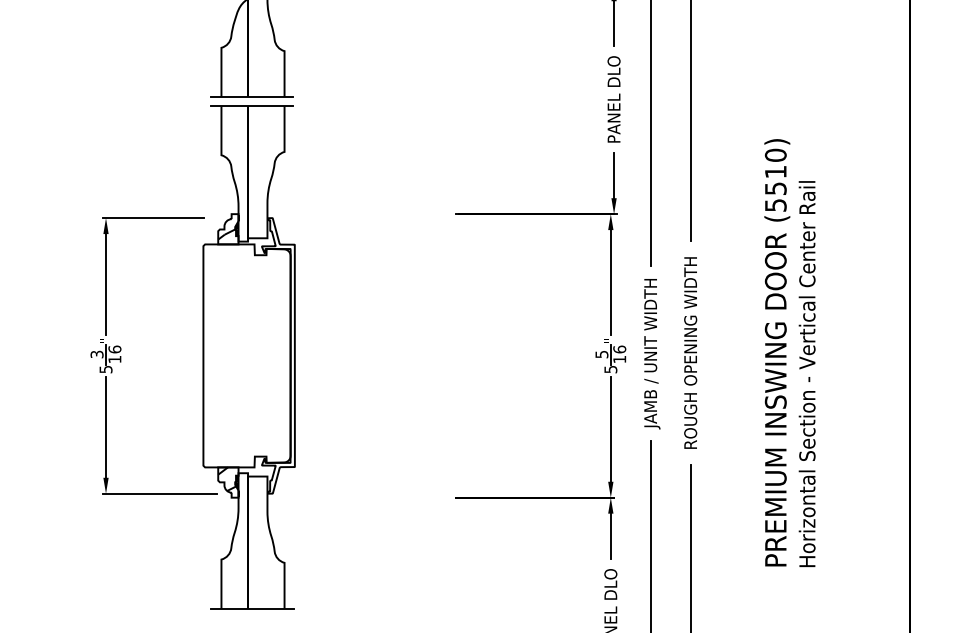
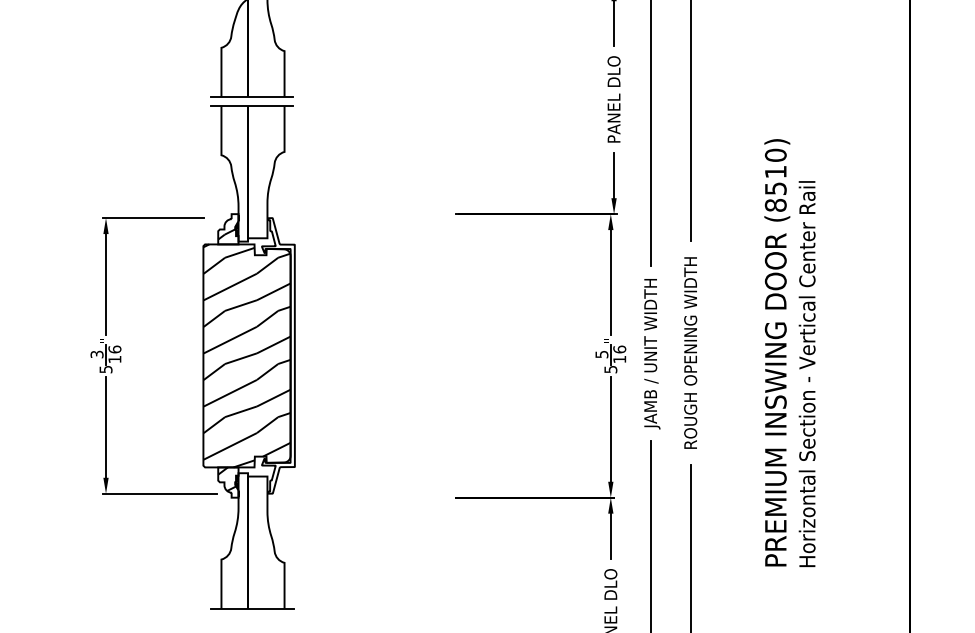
text at (775, 204): (5510) -> (8510)
hatch at (246, 355): none -> present
